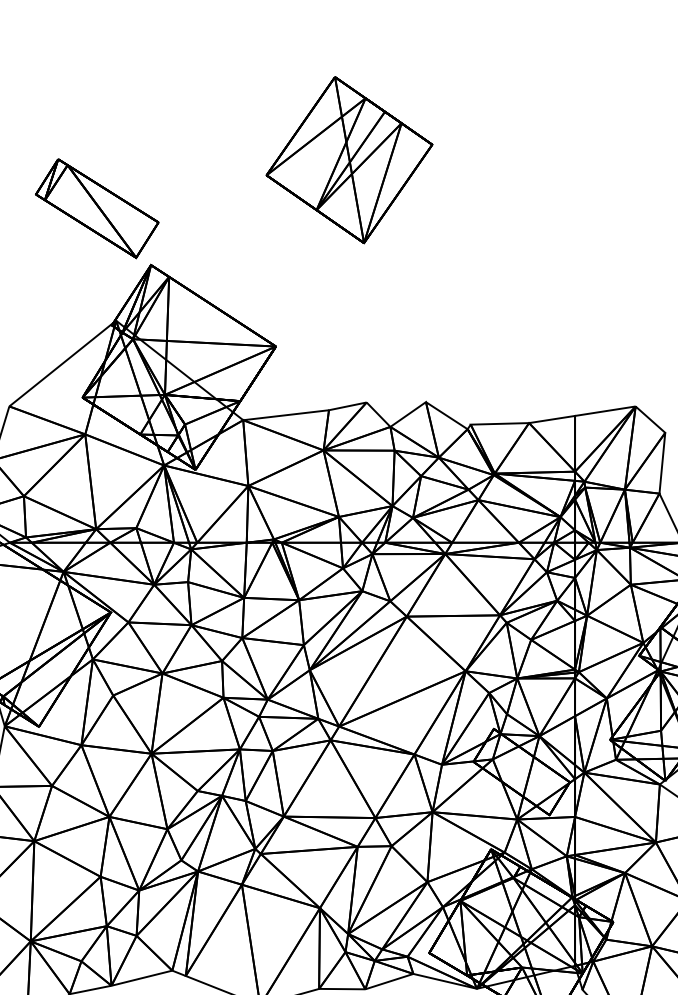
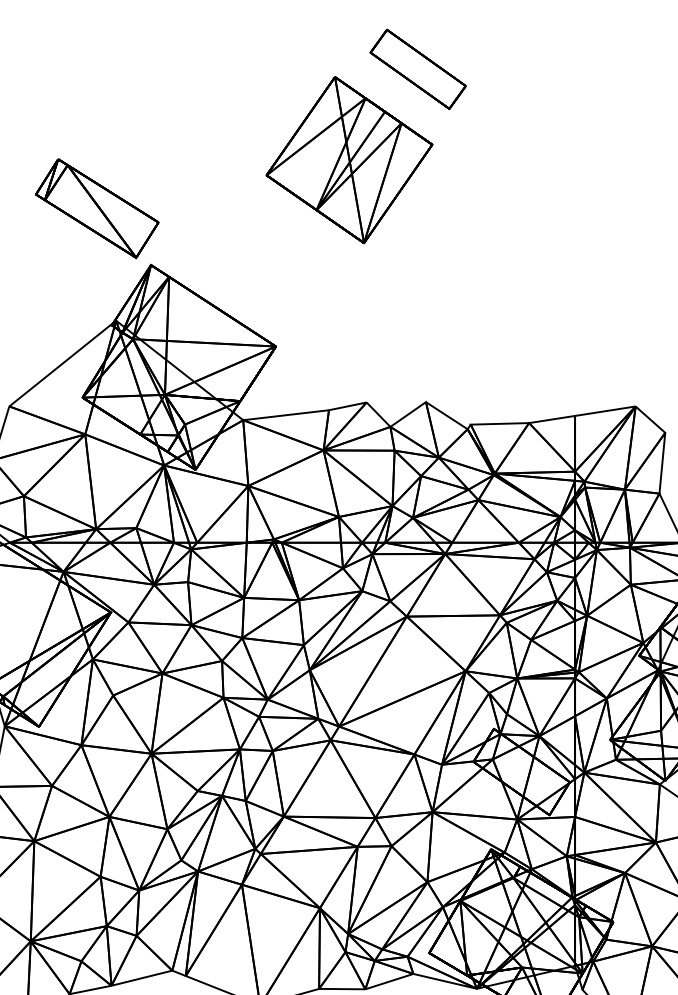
part at (417, 68): none -> present
